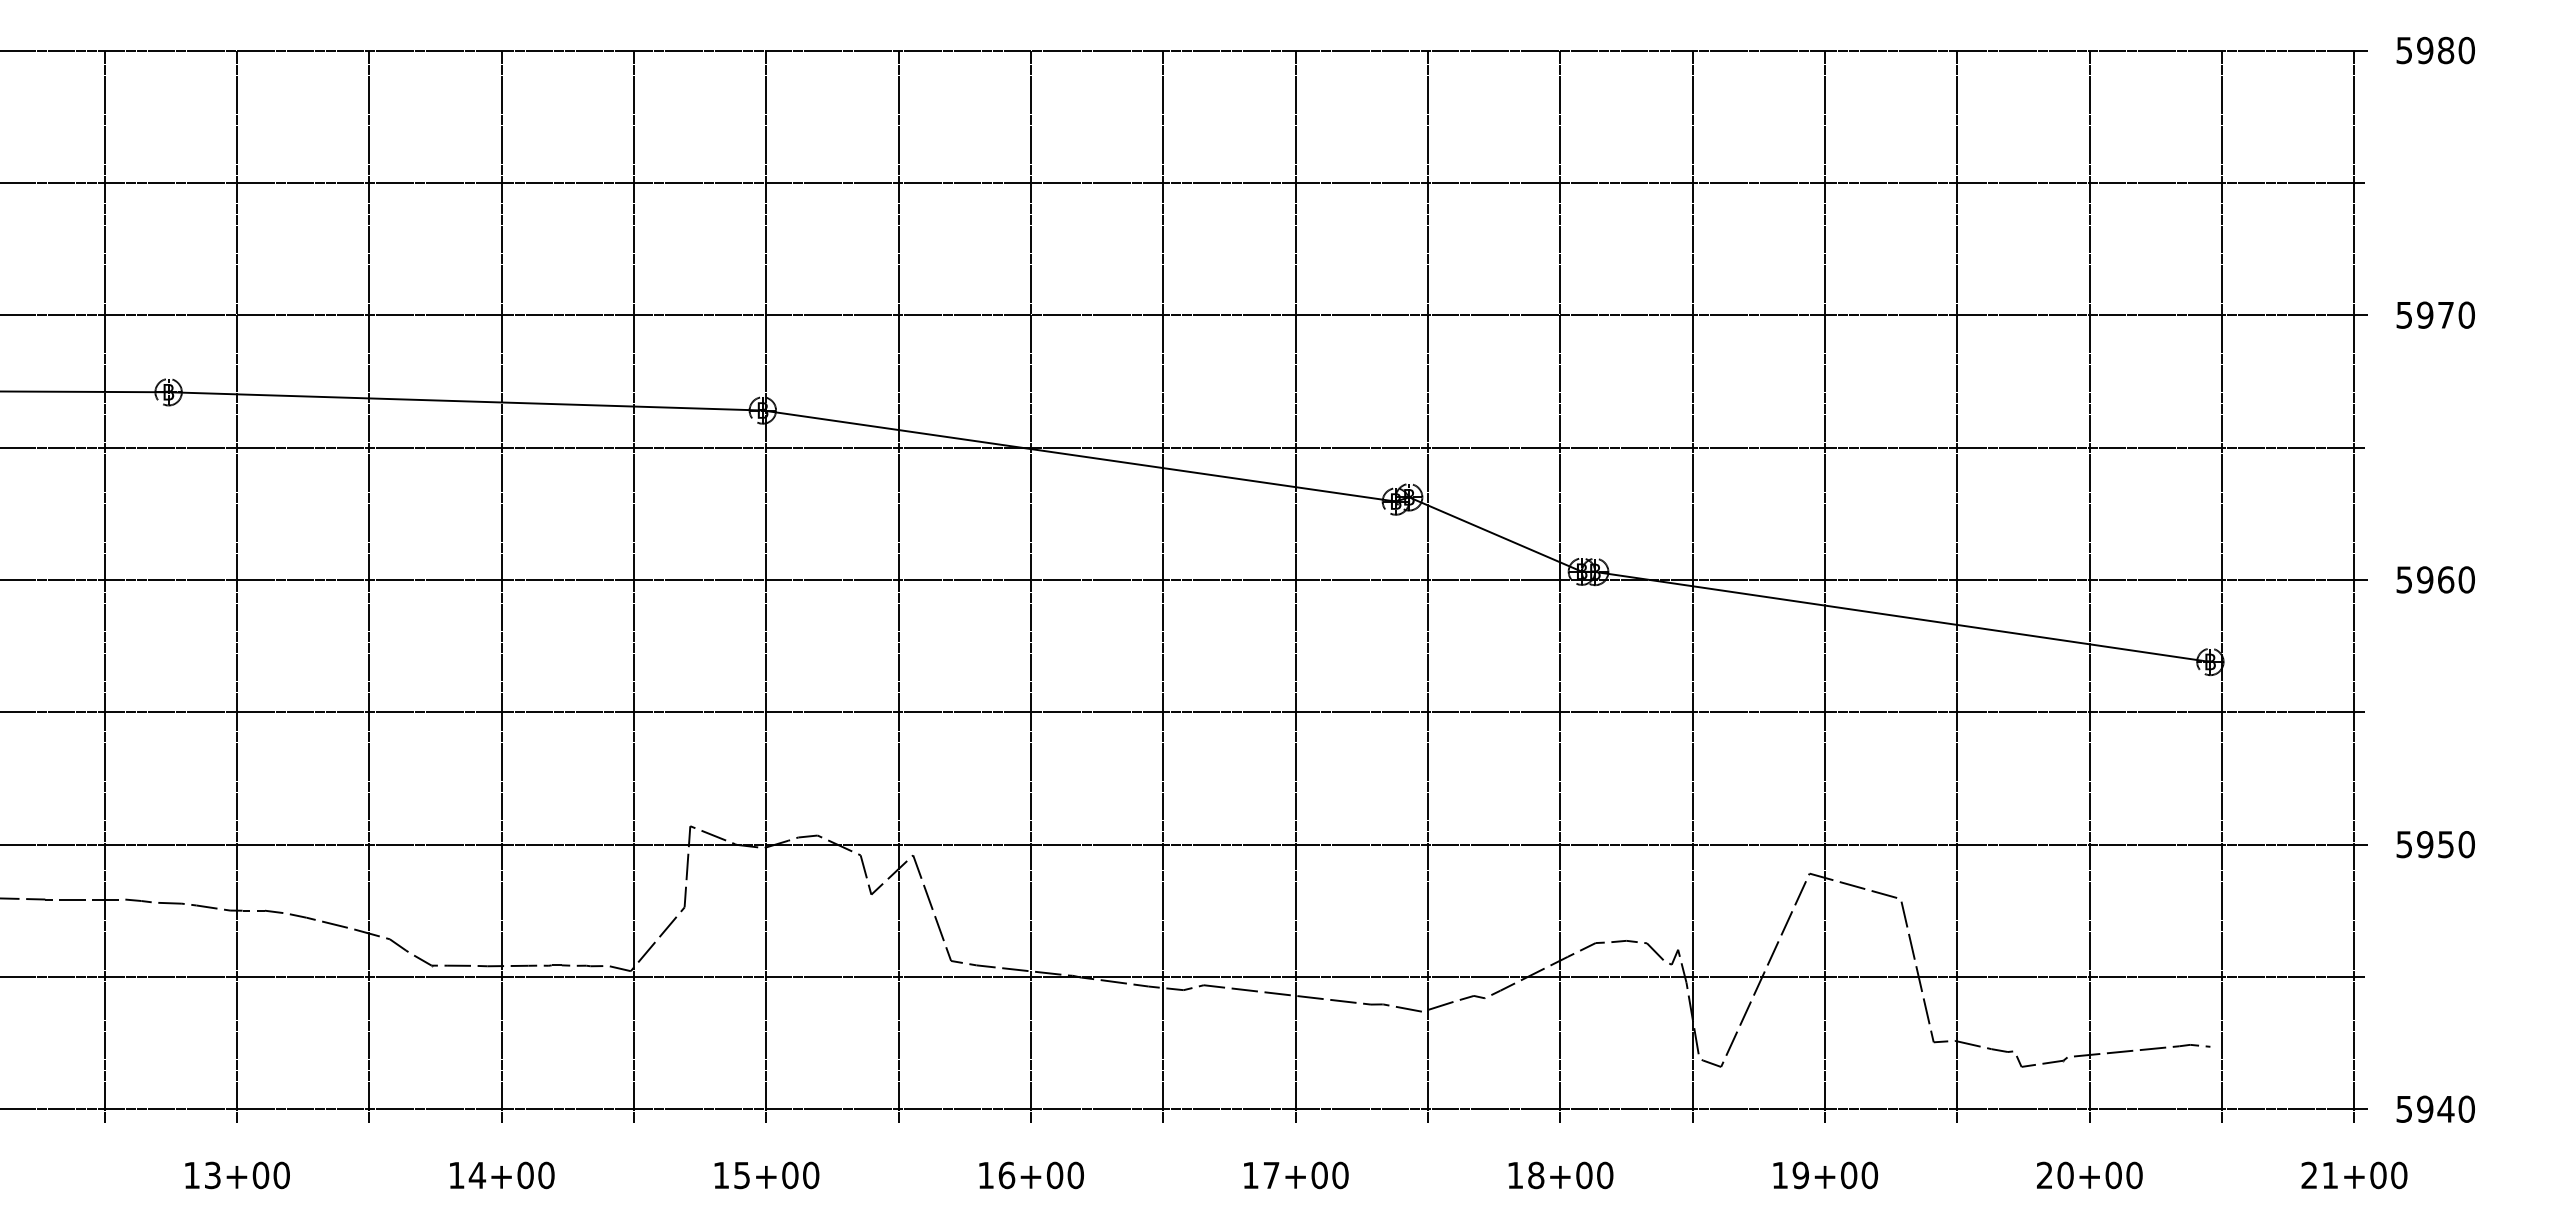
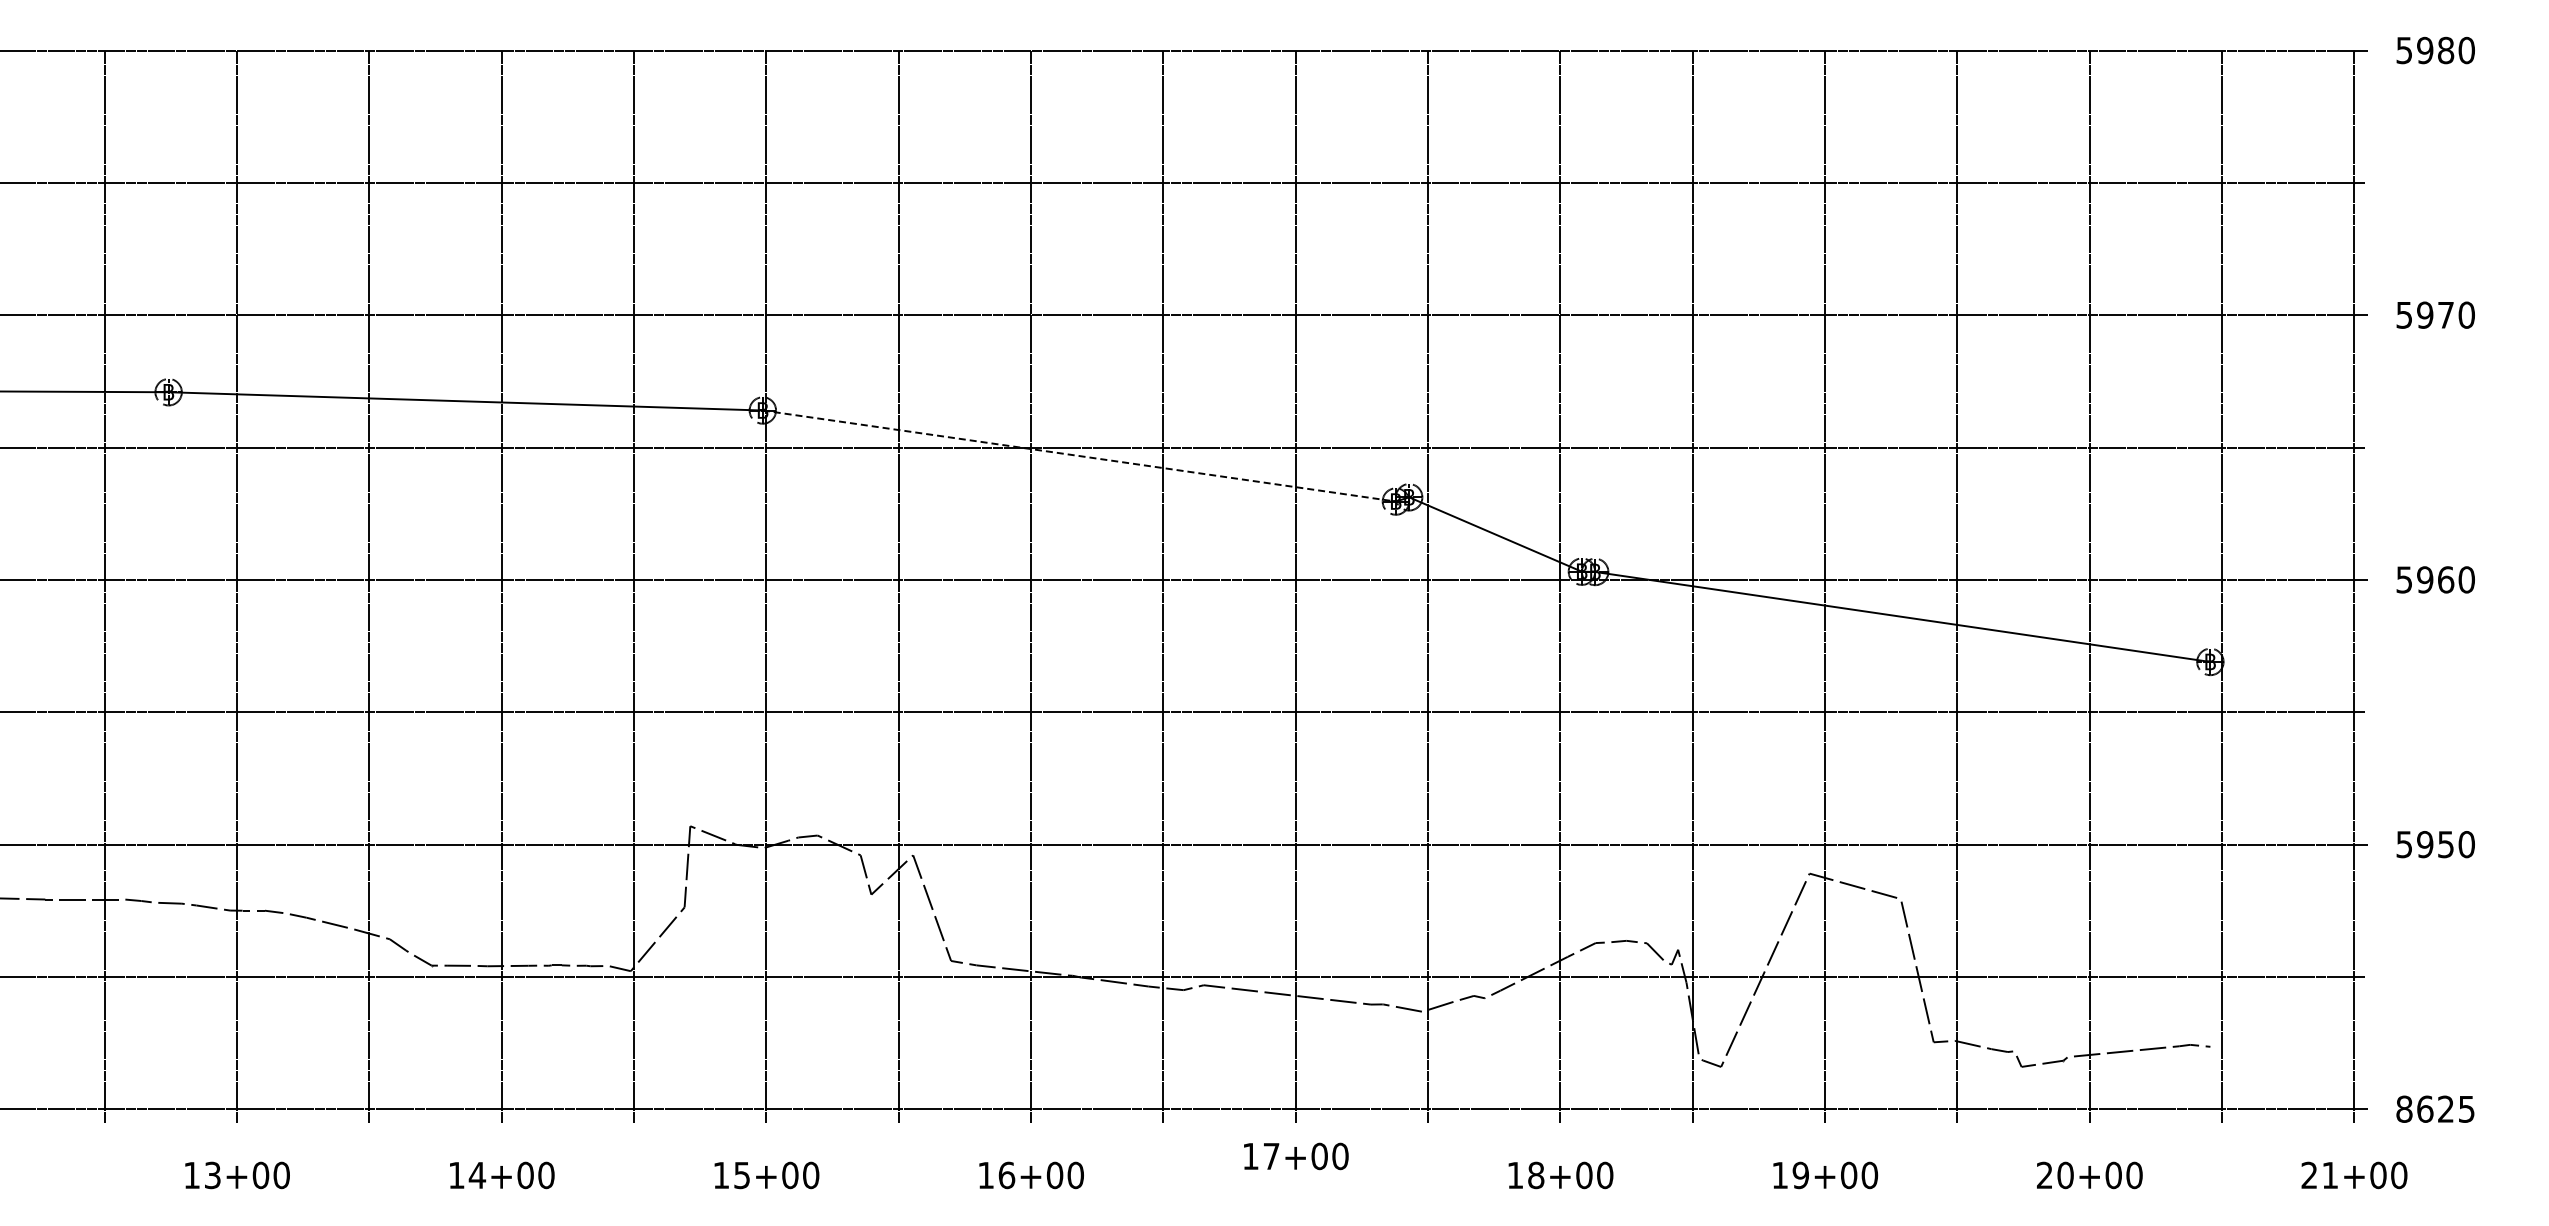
line at (1079, 456): solid -> dashed
text at (2435, 1108): 5940 -> 8625
text at (1296, 1175) position: (1296, 1175) -> (1296, 1156)
